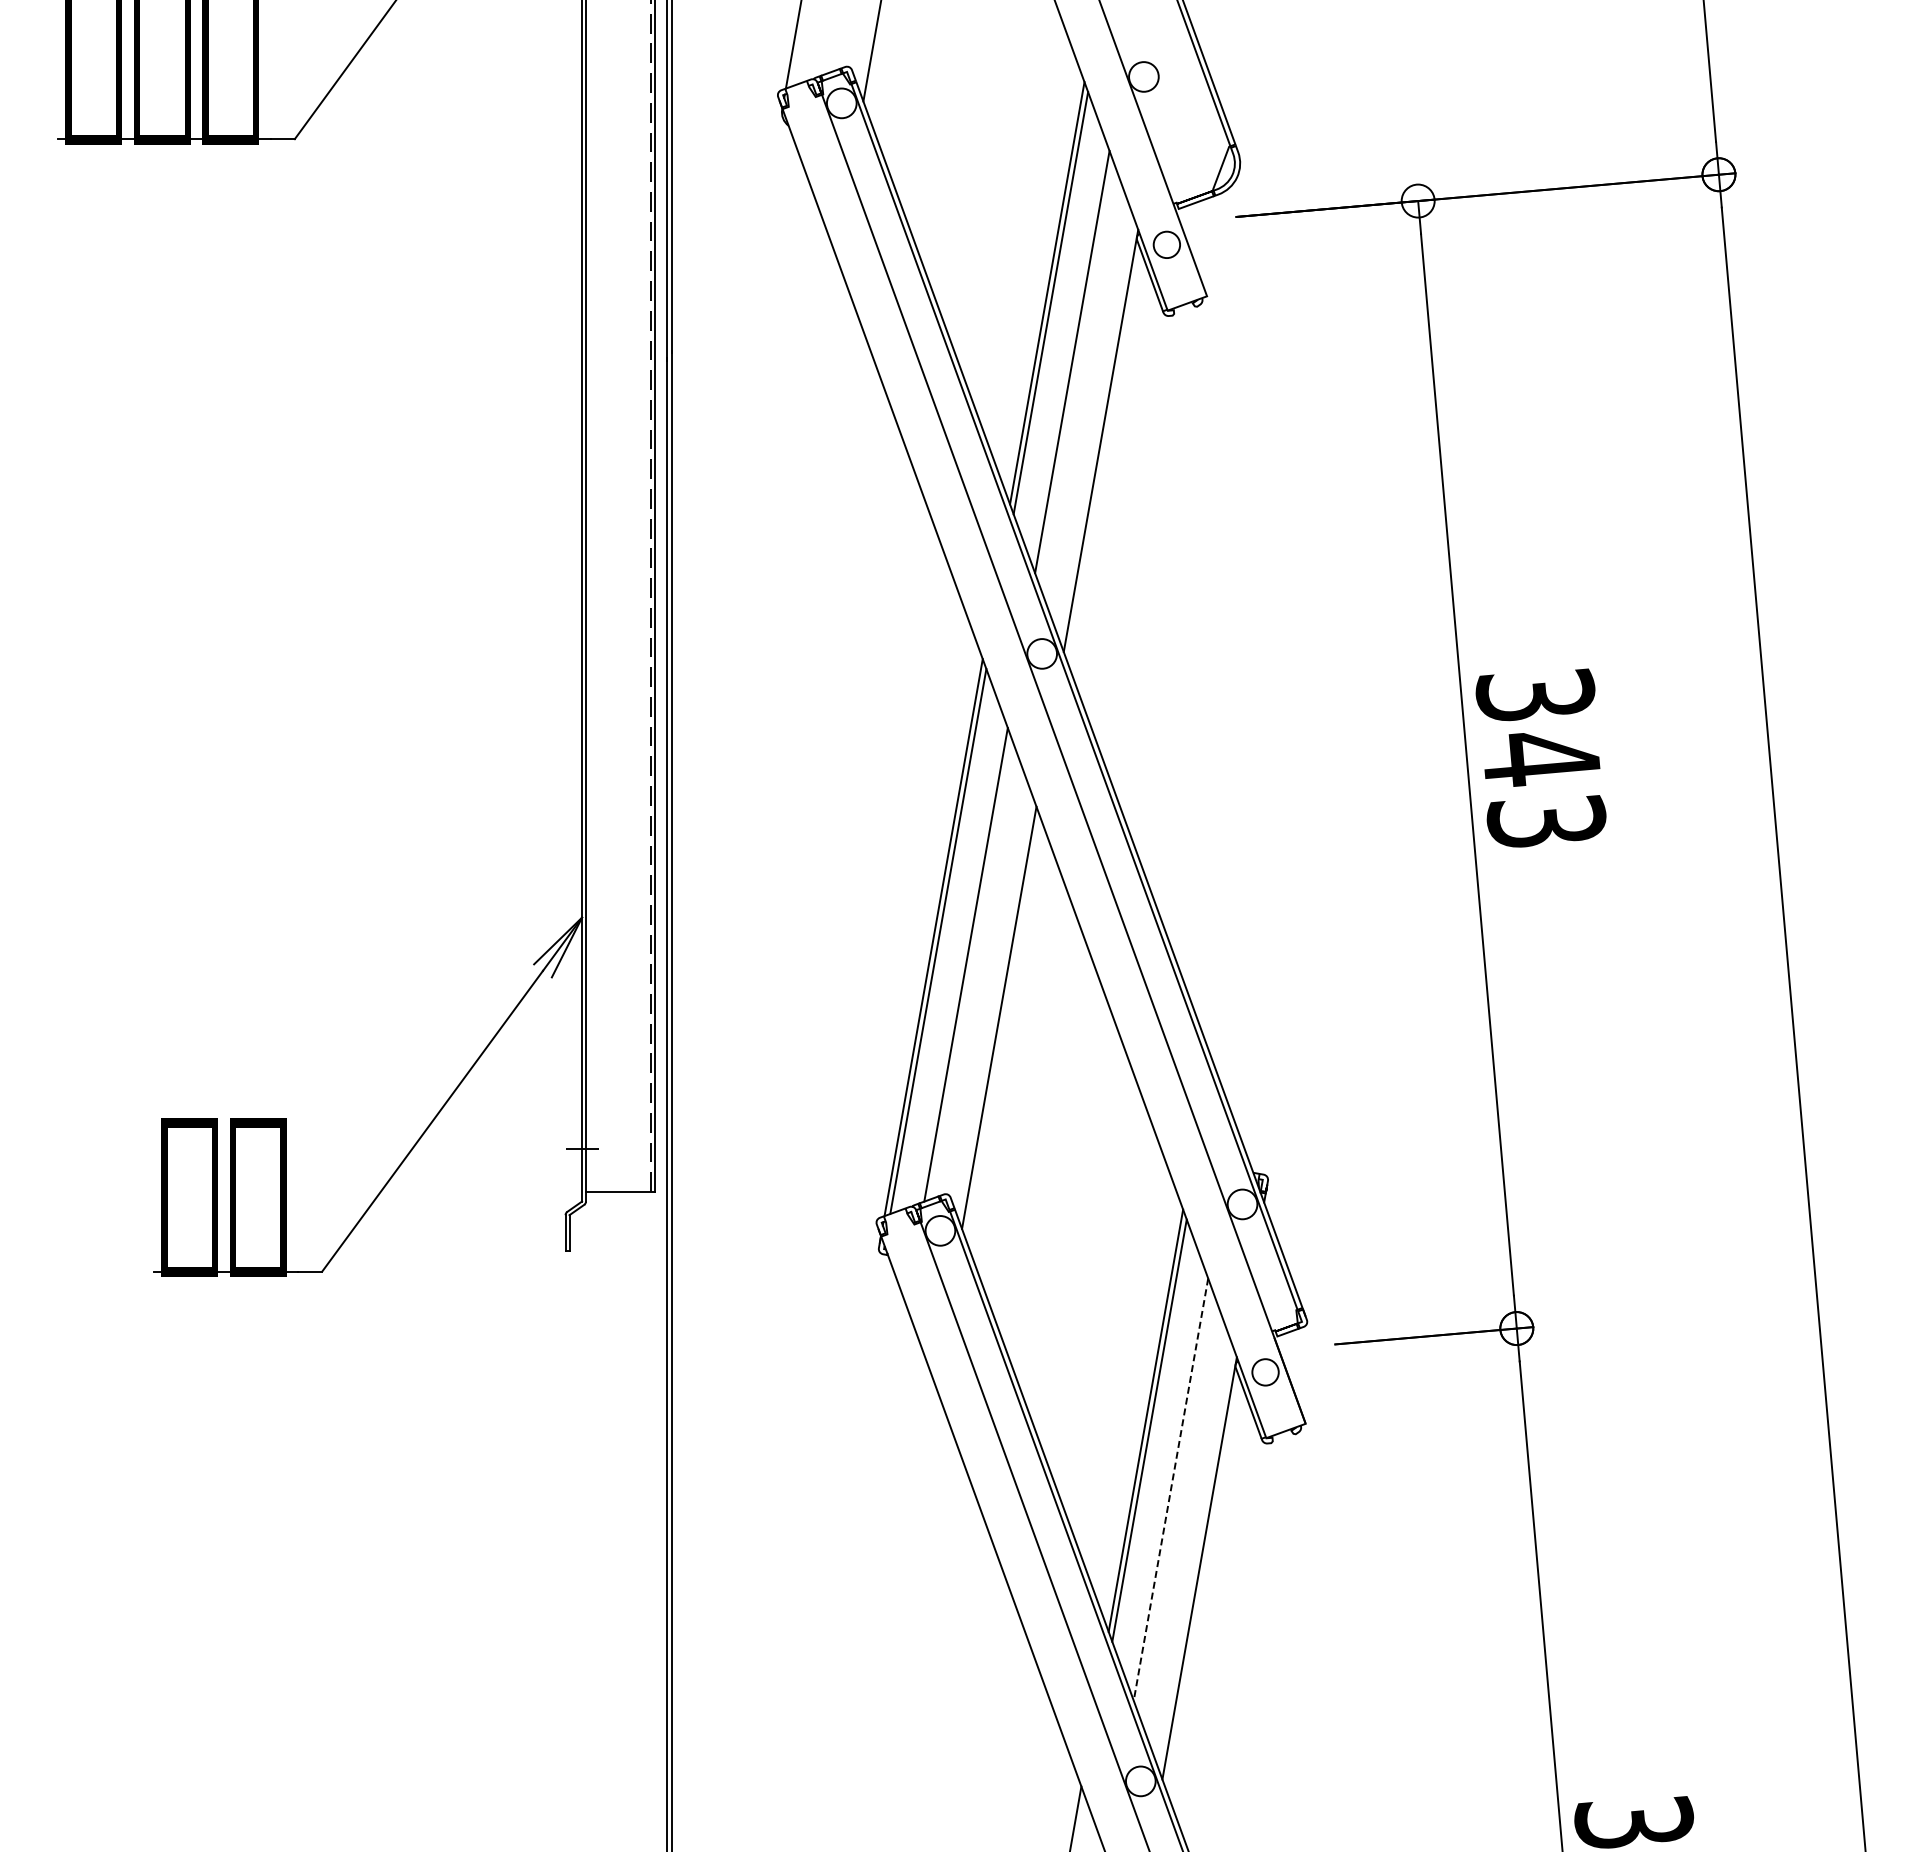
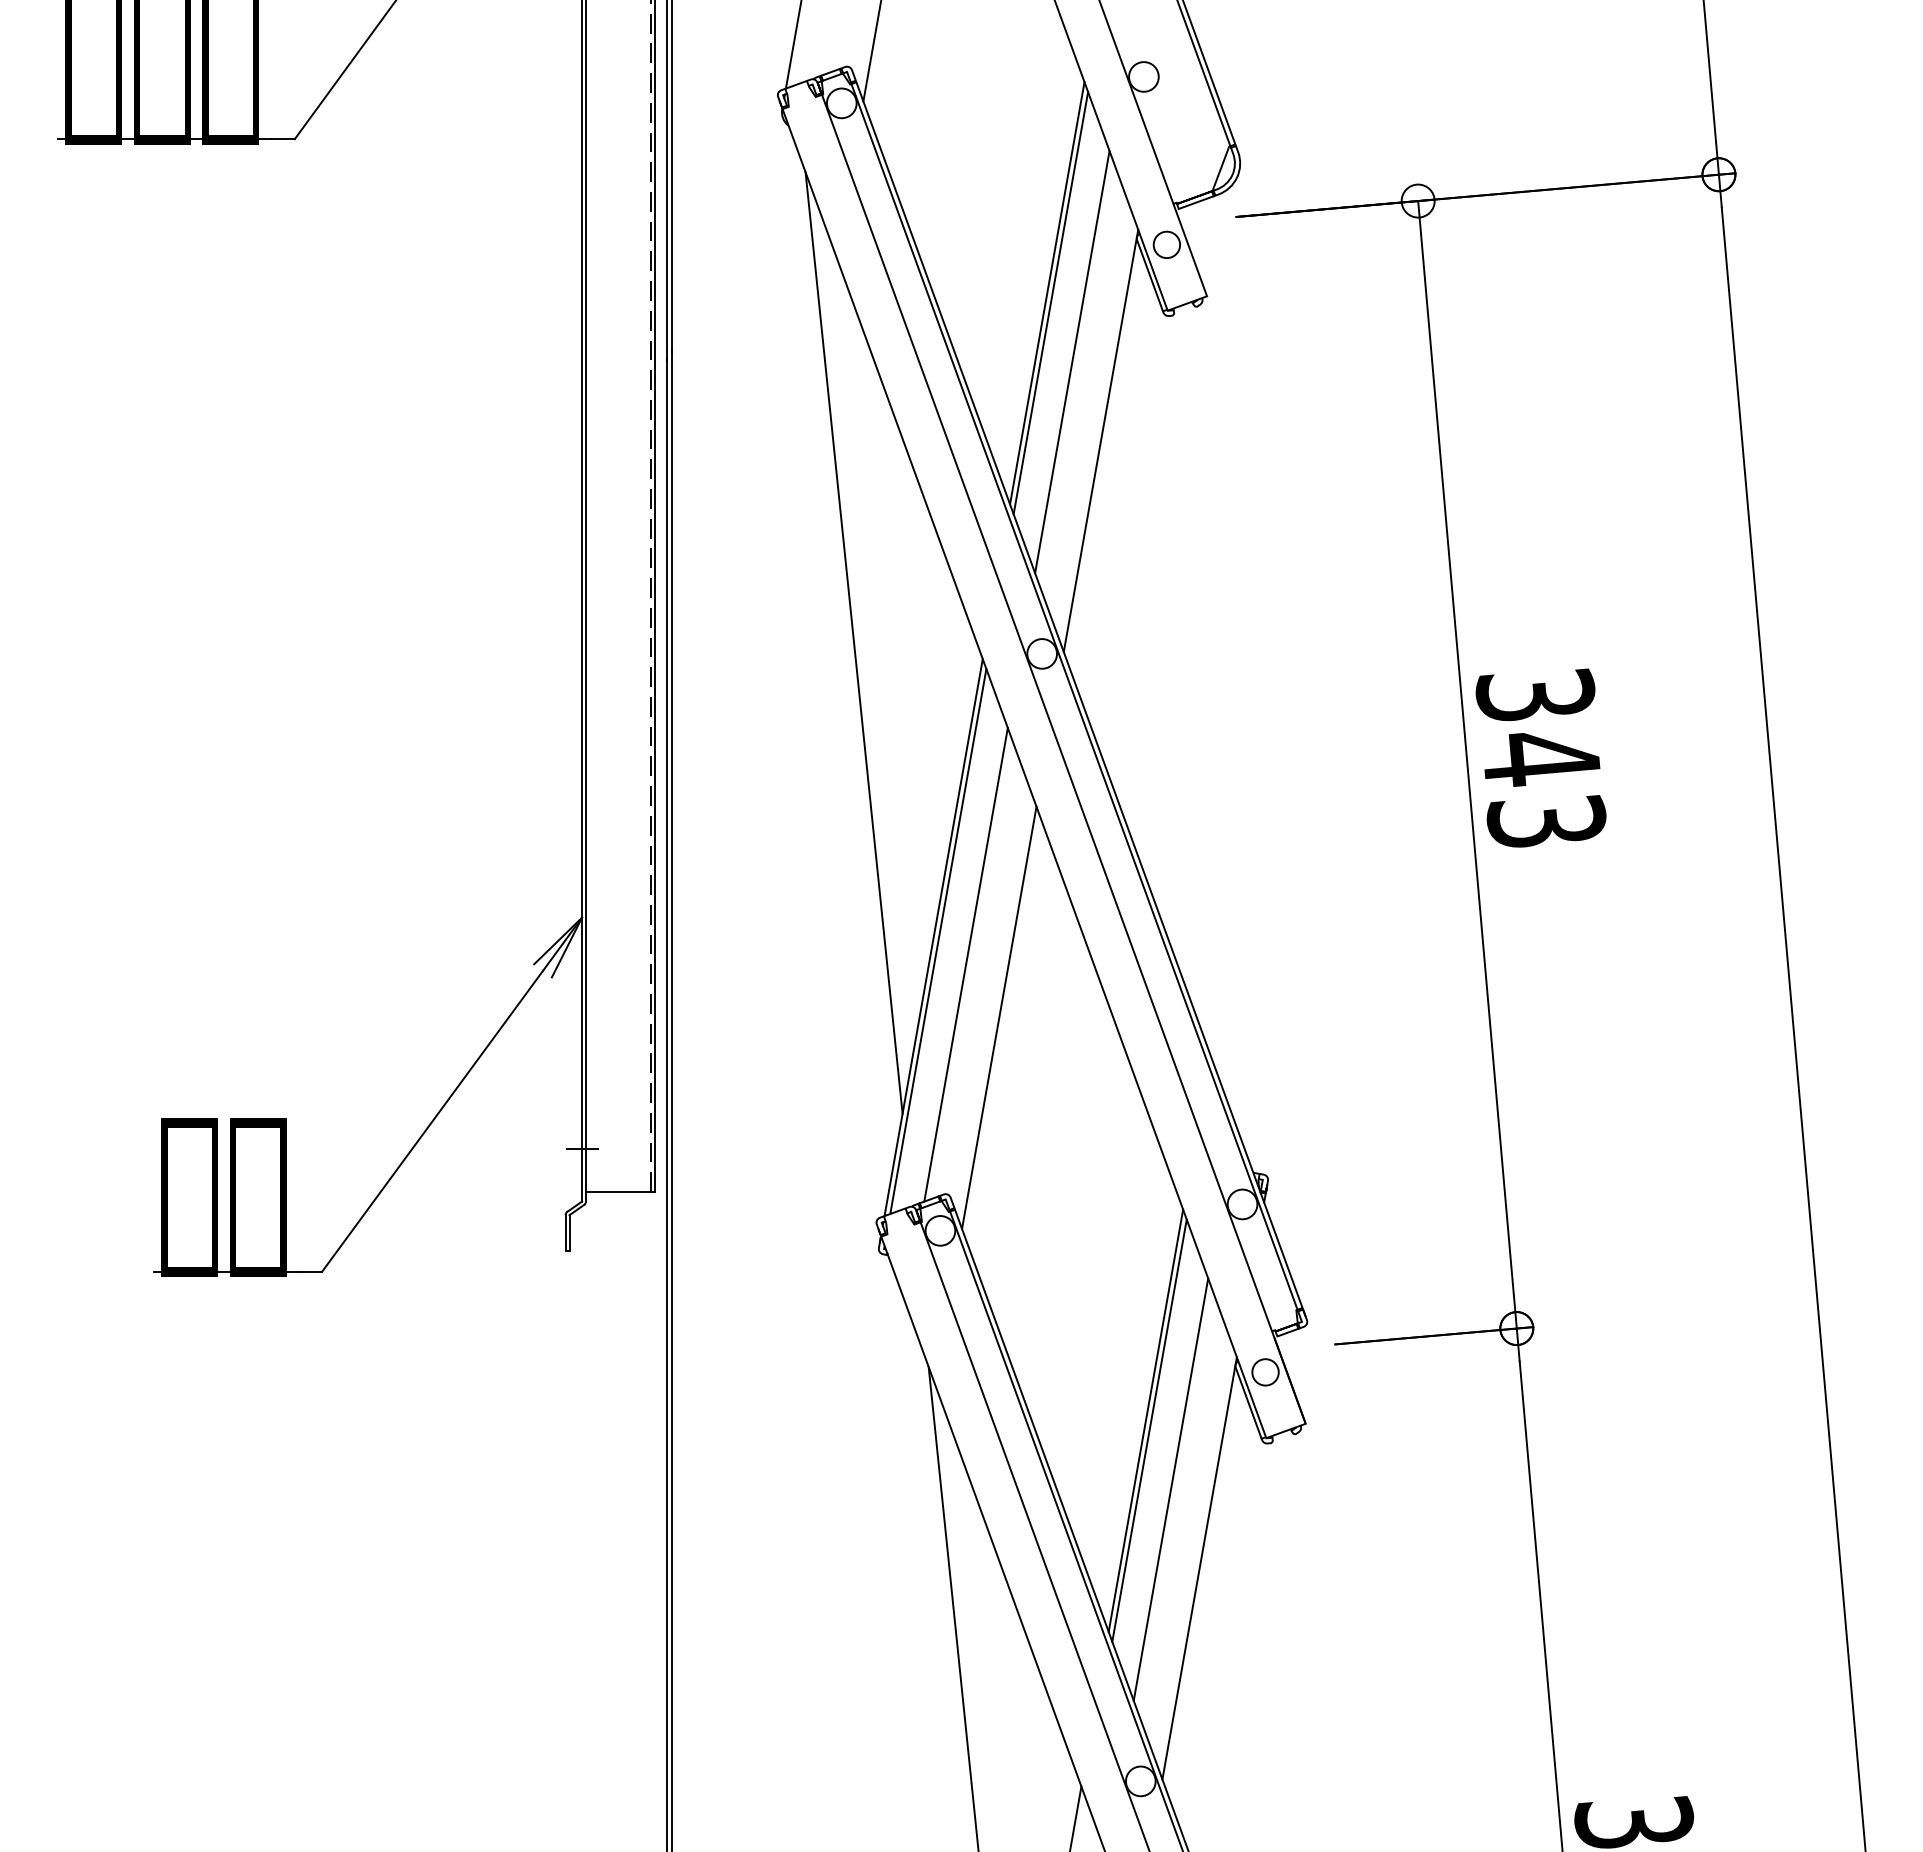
line at (853, 642): none -> present
line at (1170, 1490): dashed -> solid
line at (953, 1607): none -> present
